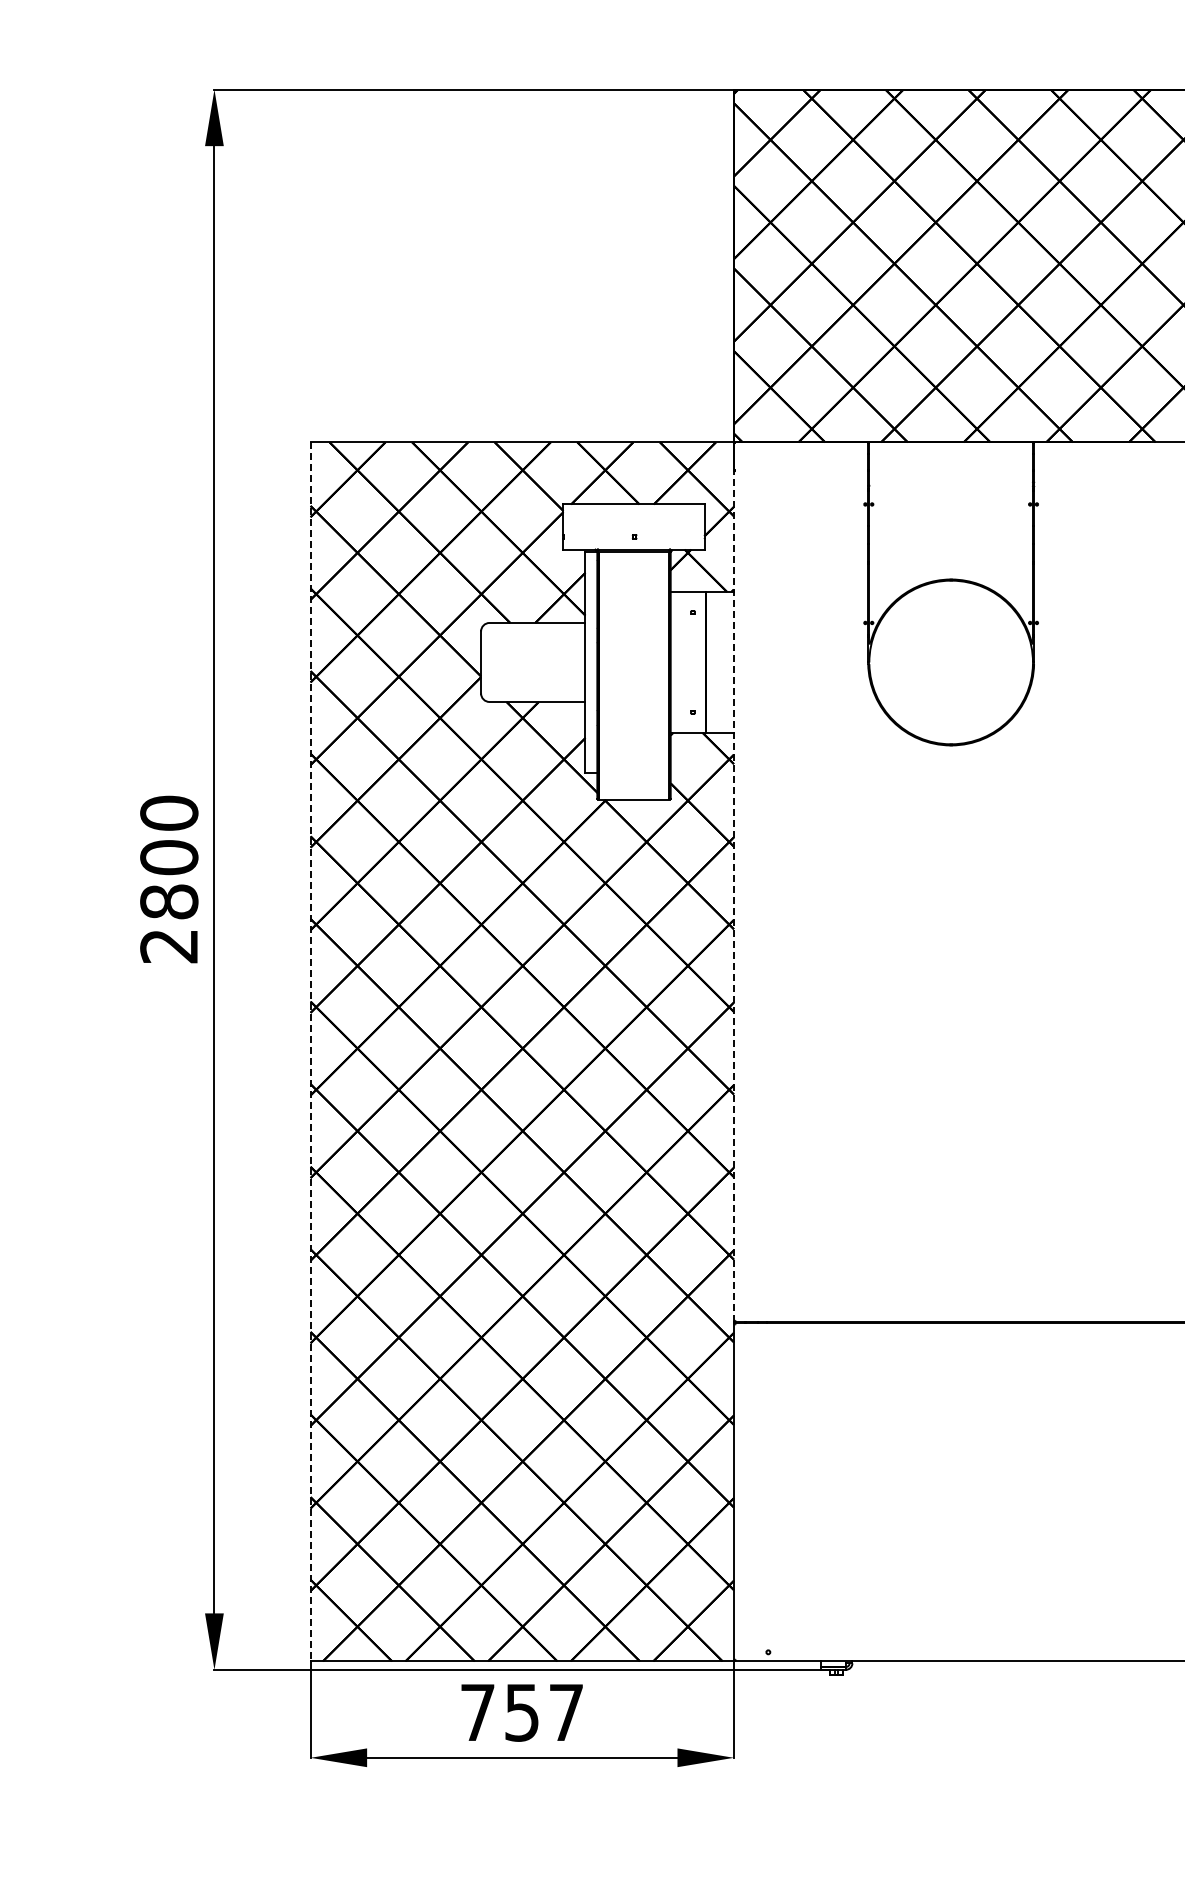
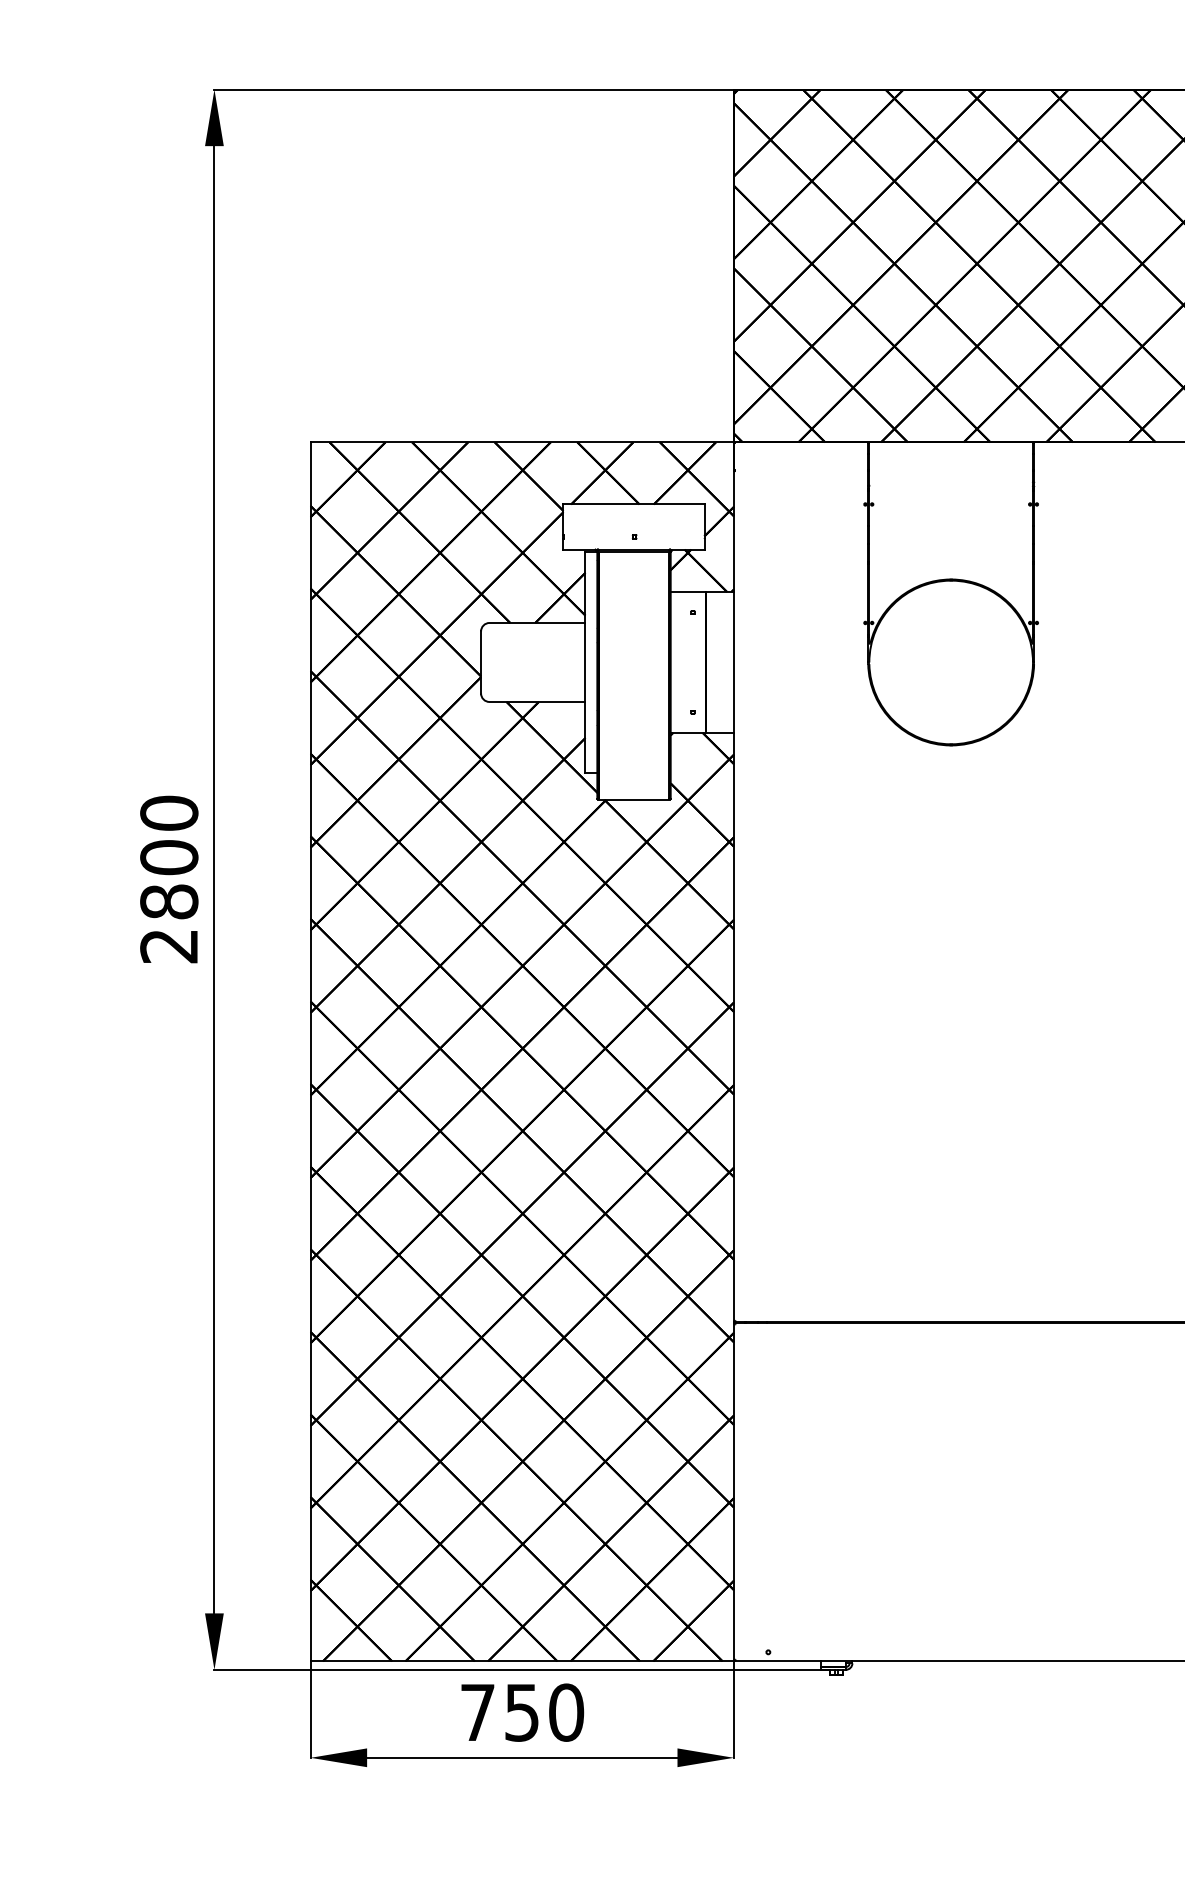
line at (733, 896): dashed -> solid
line at (310, 1052): dashed -> solid
text at (566, 1712): 757 -> 750
